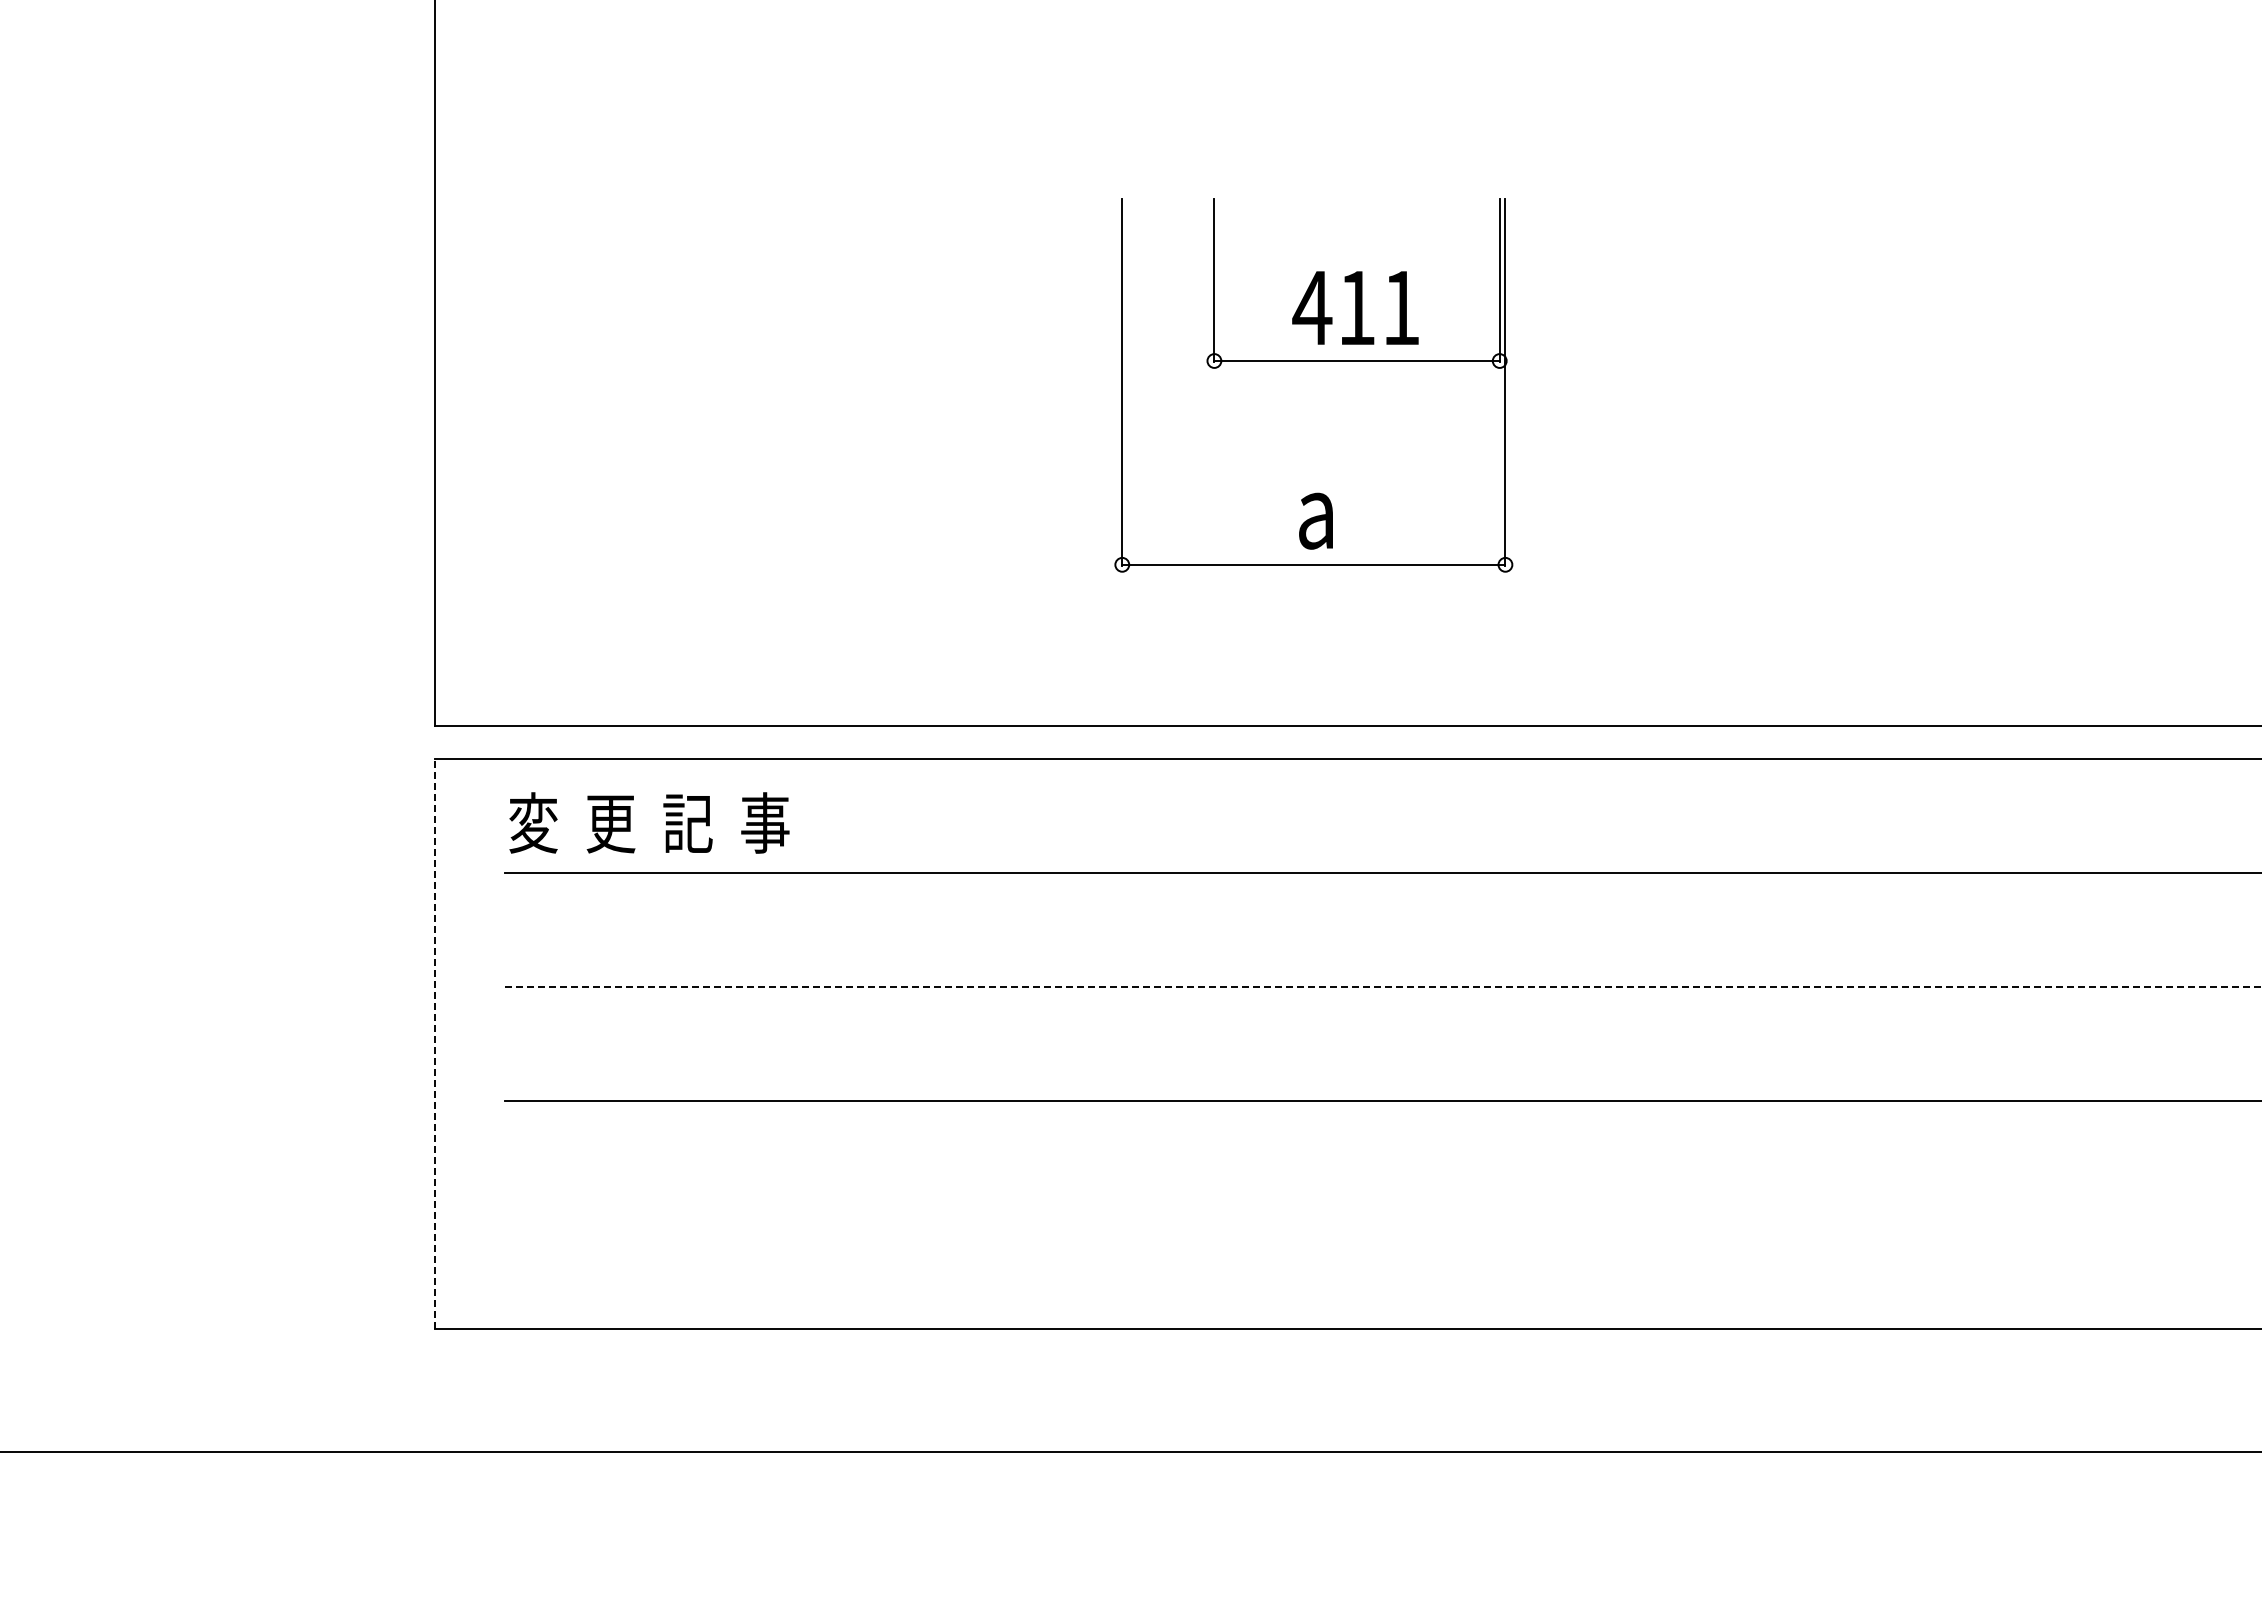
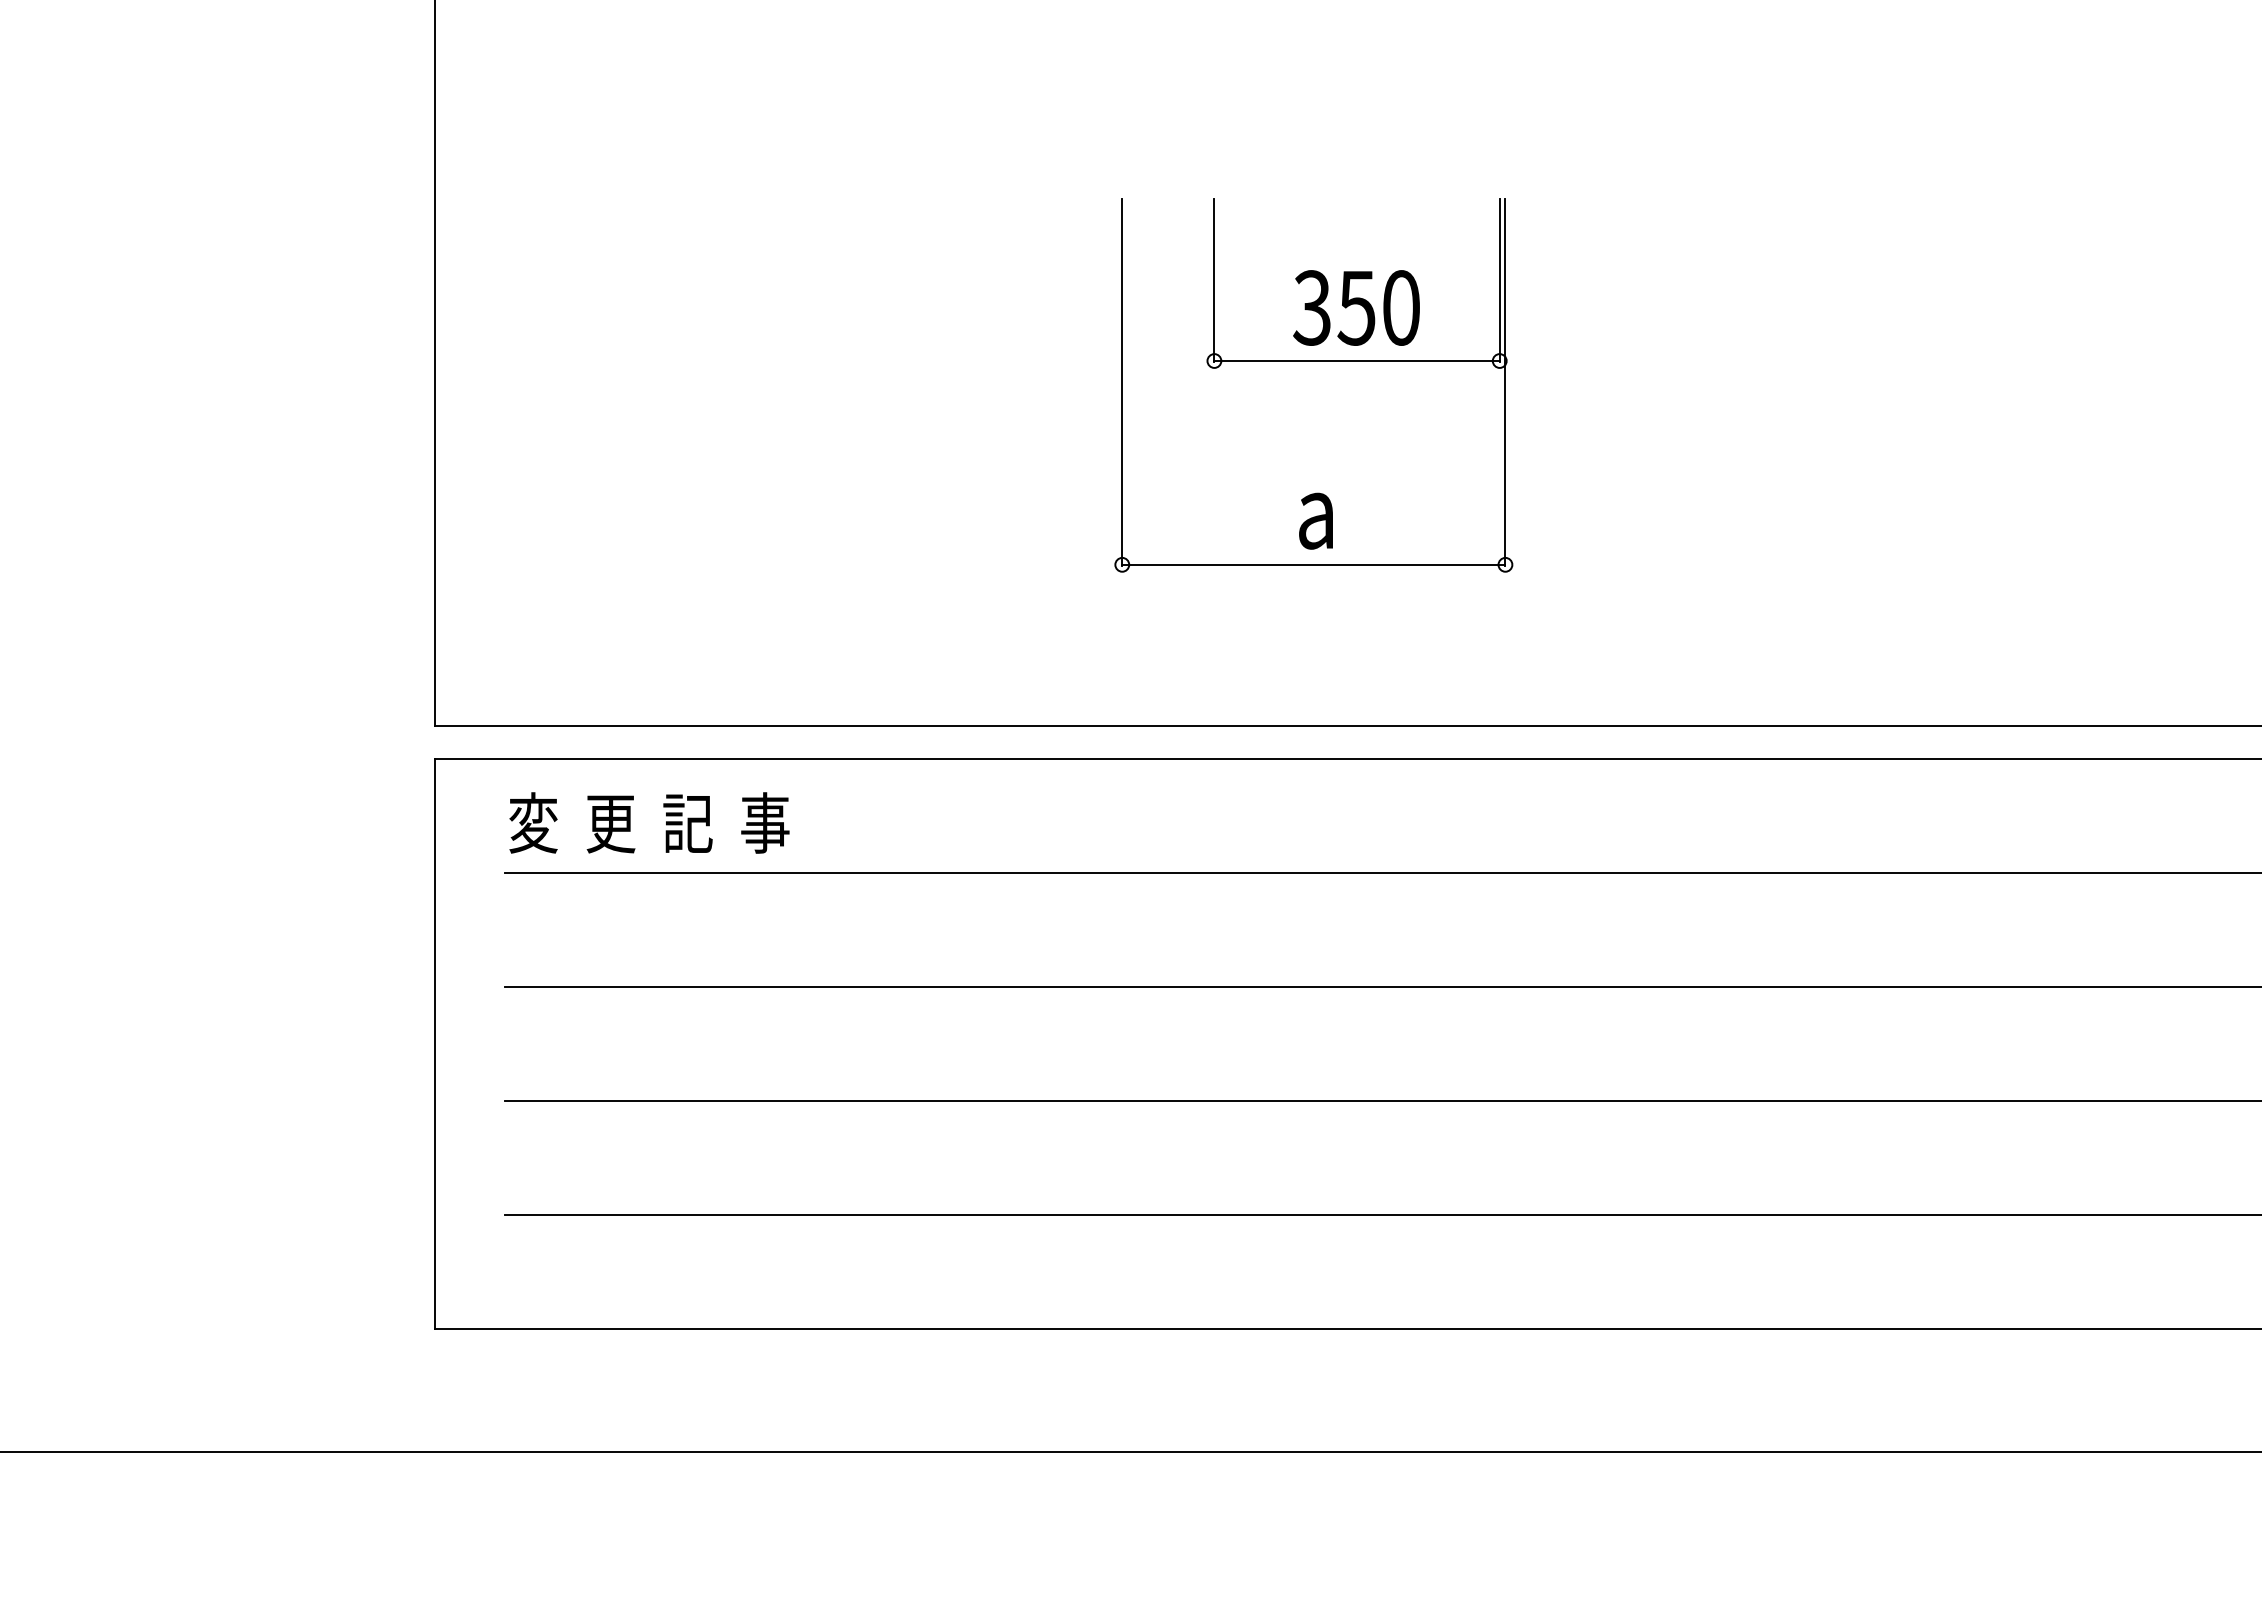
text at (1355, 307): 411 -> 350
line at (1383, 986): dashed -> solid
line at (435, 1043): dashed -> solid
line at (1381, 1215): none -> present
